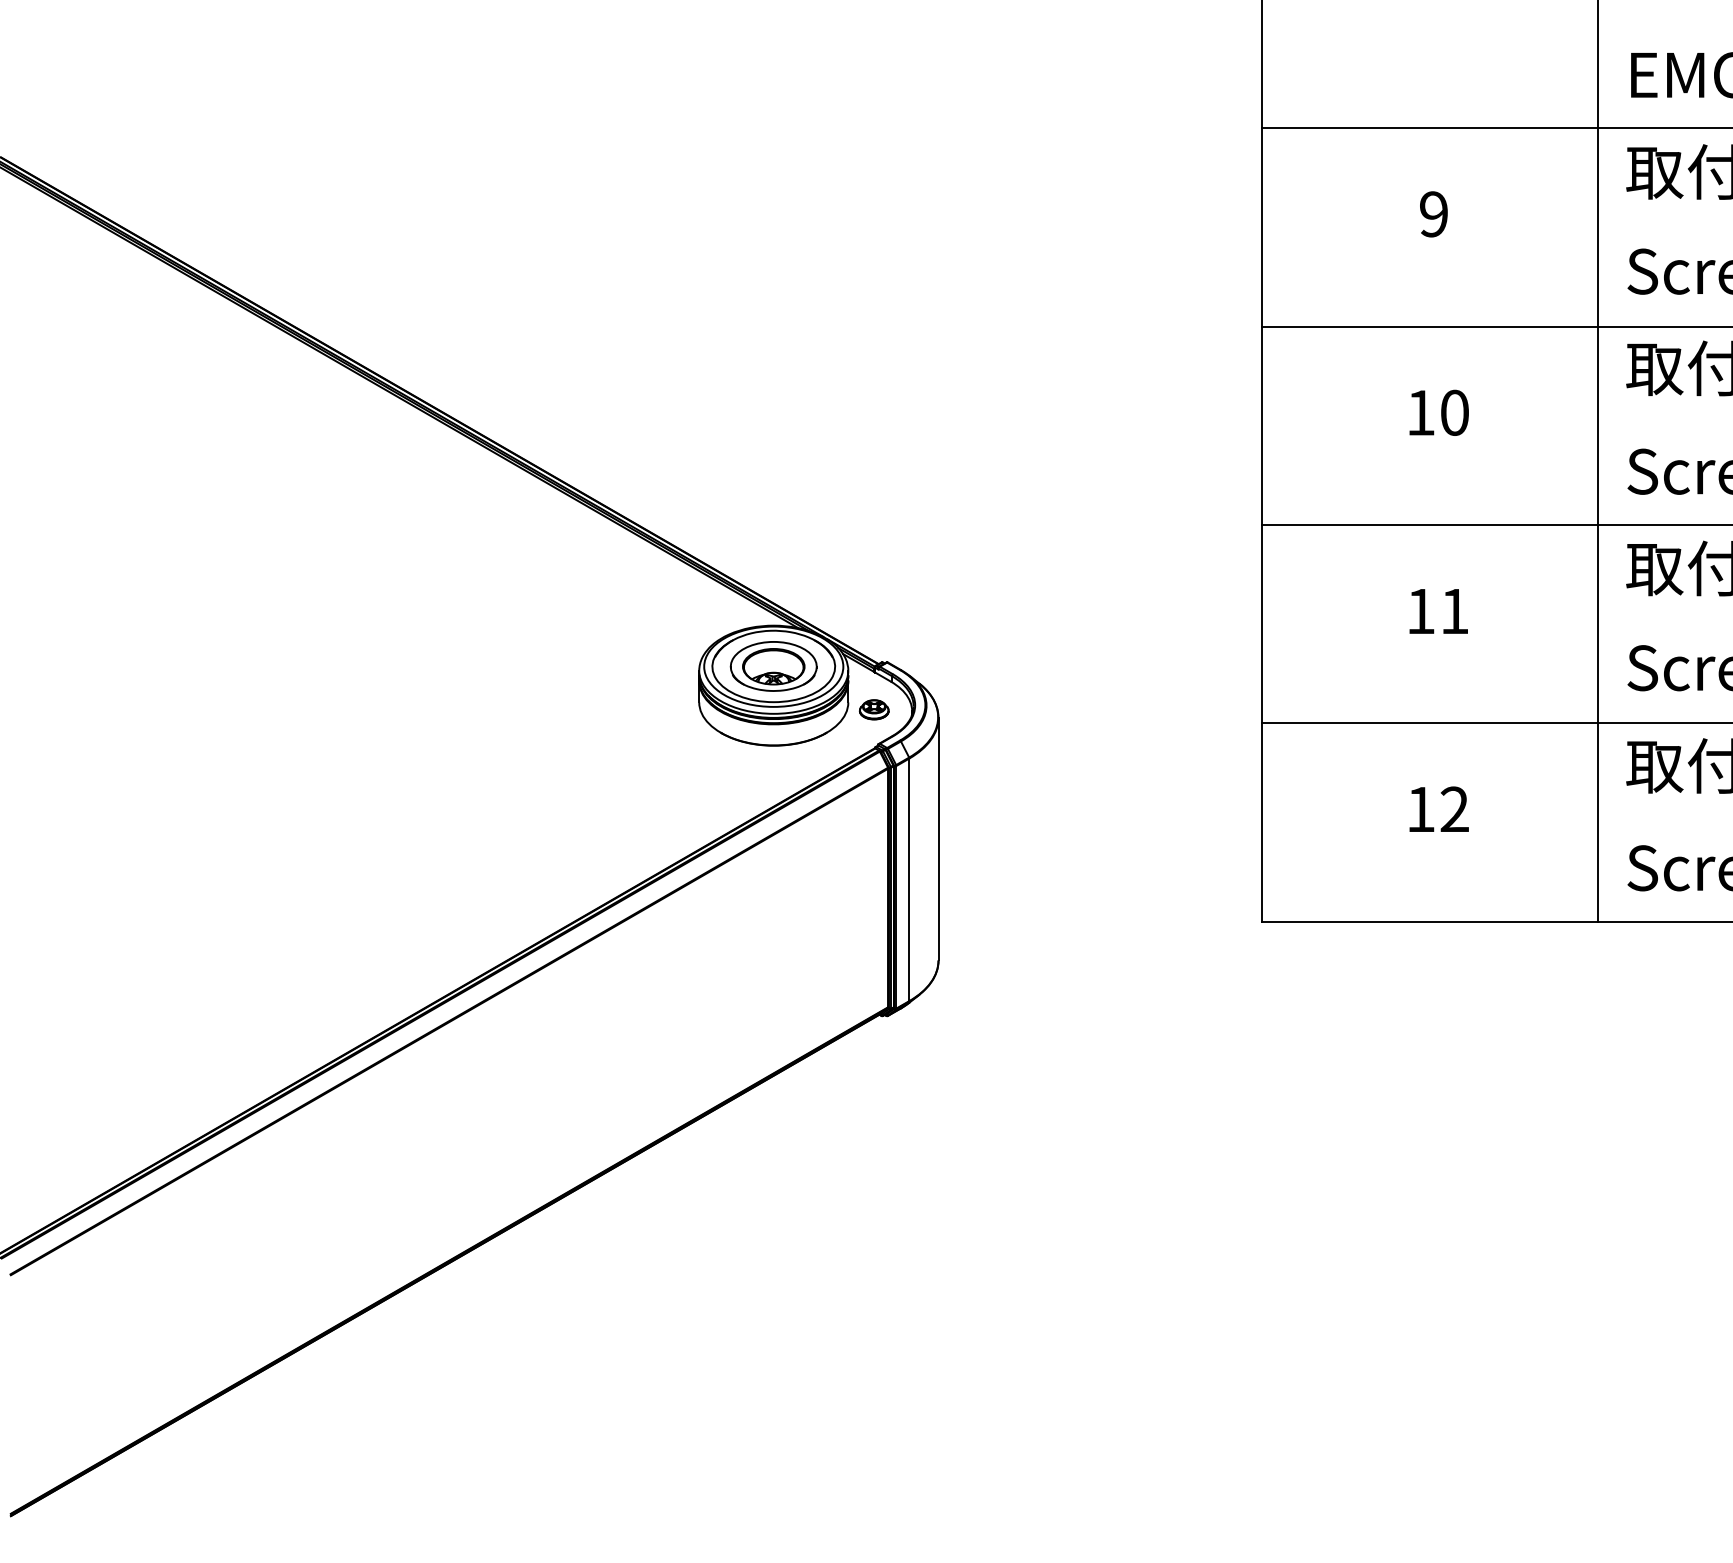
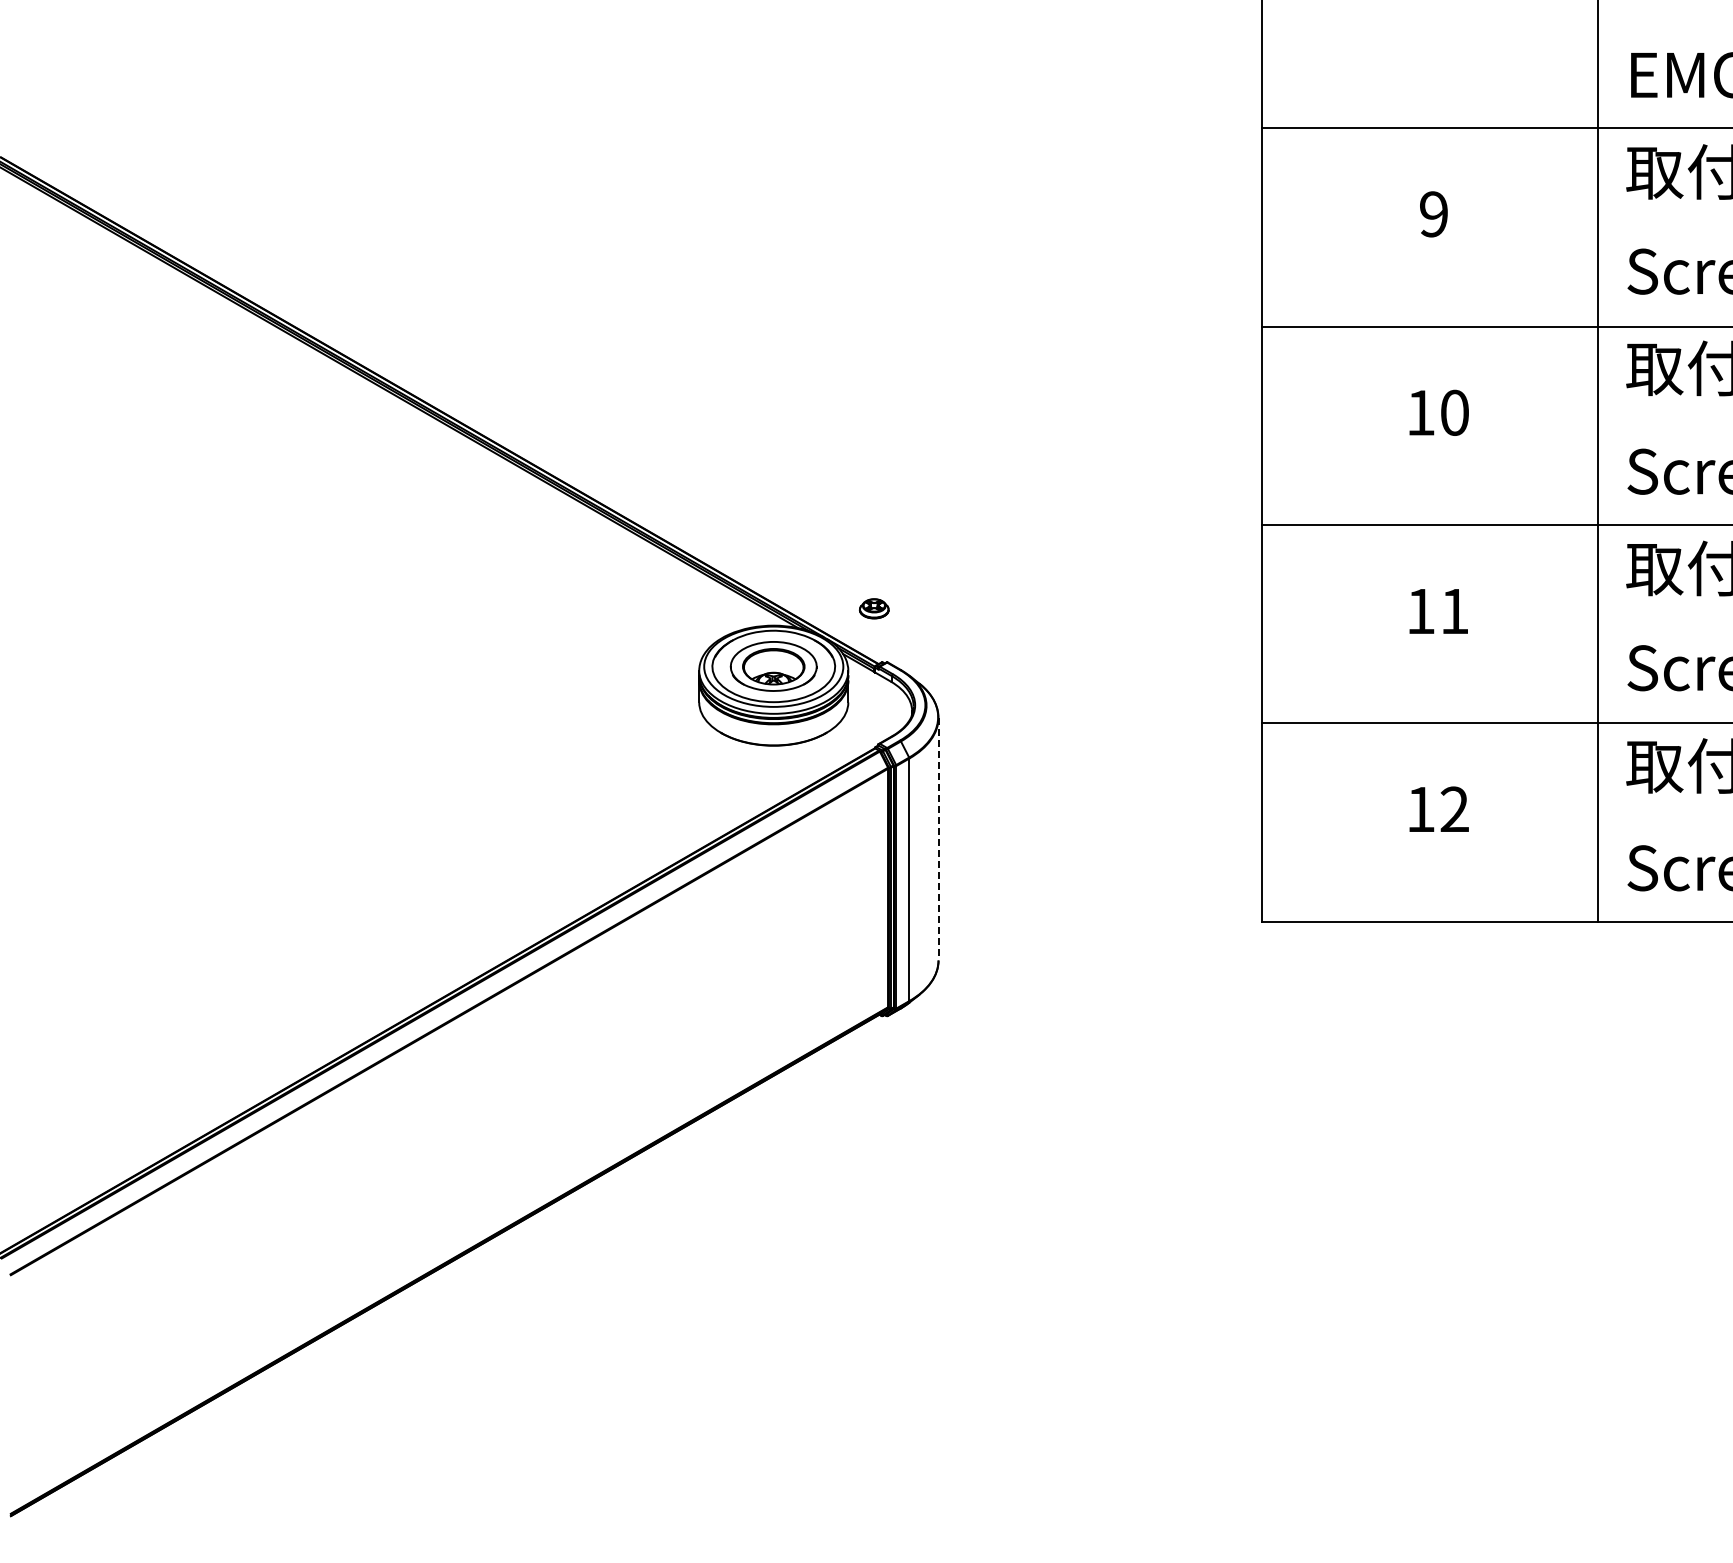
part at (873, 709) position: (873, 709) -> (873, 608)
line at (938, 839): solid -> dashed
